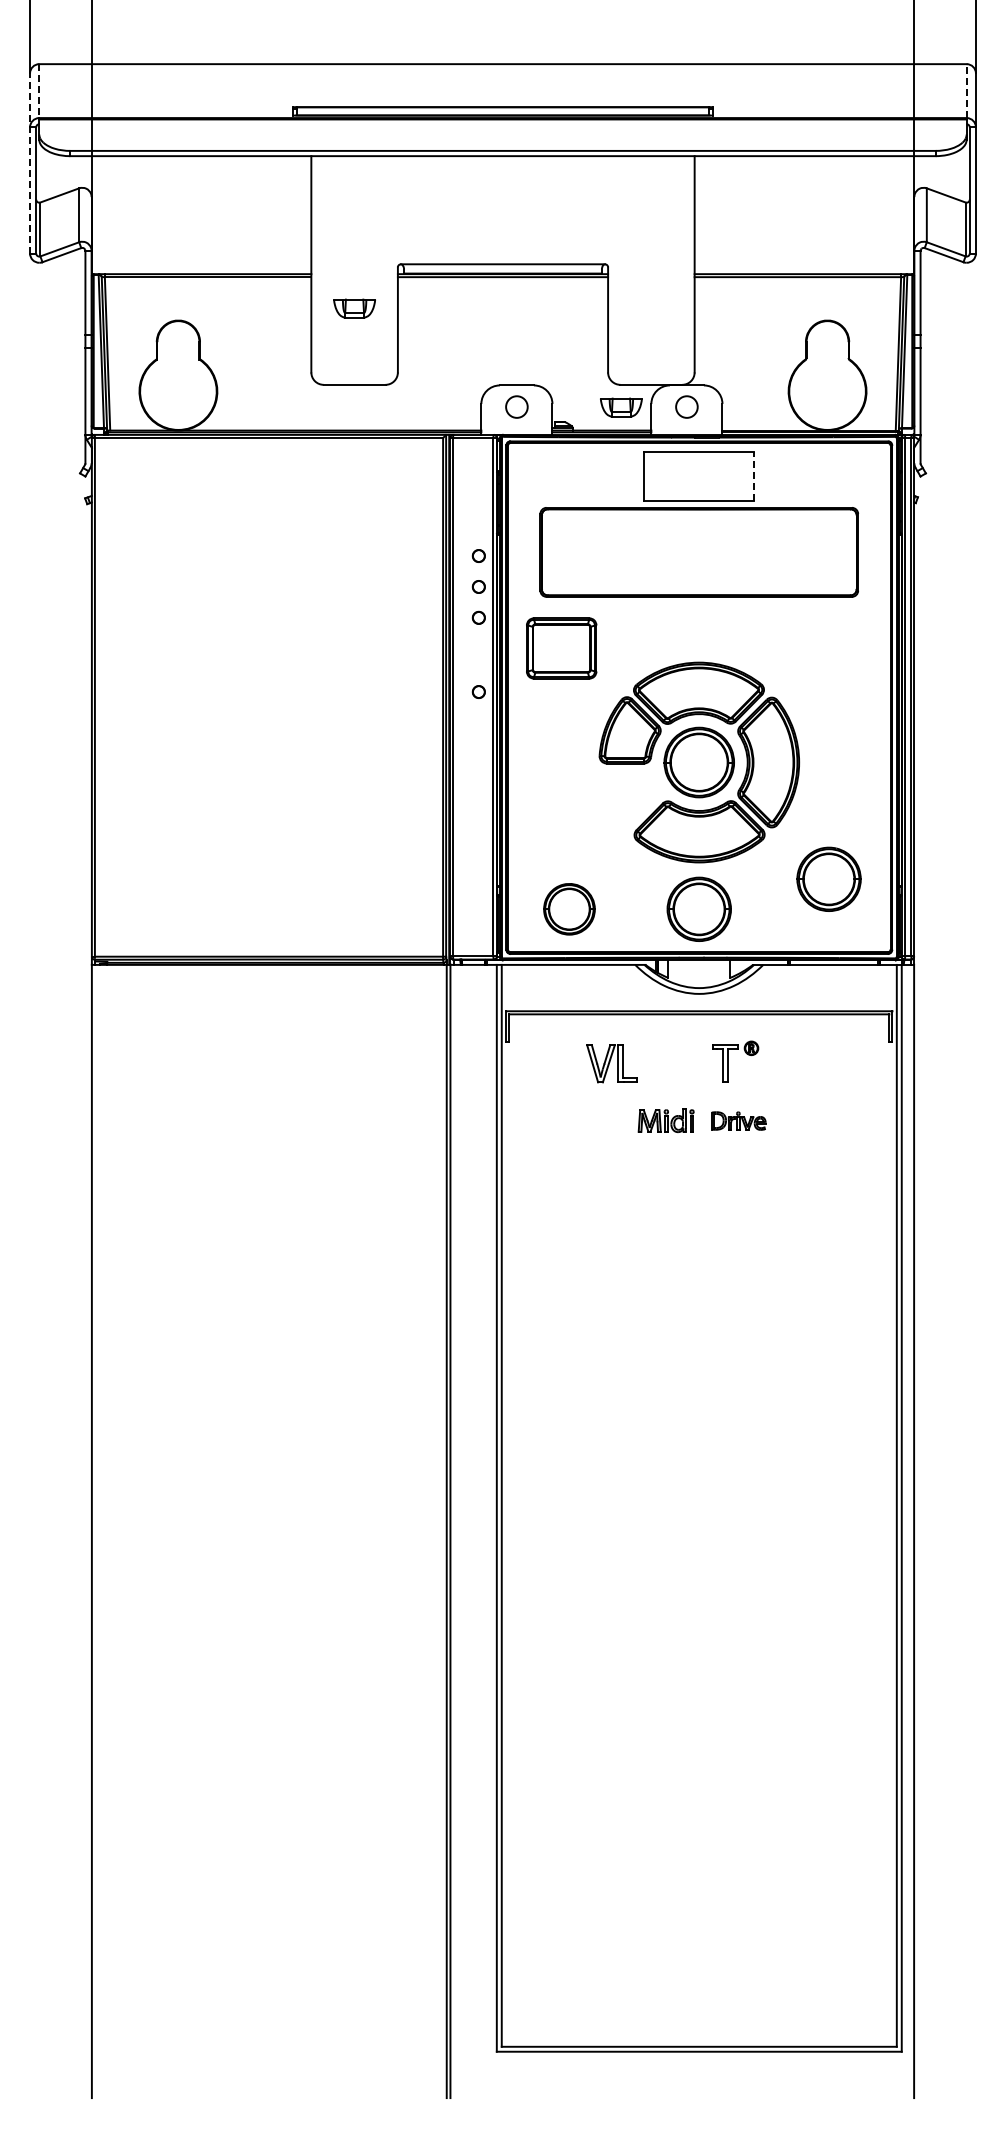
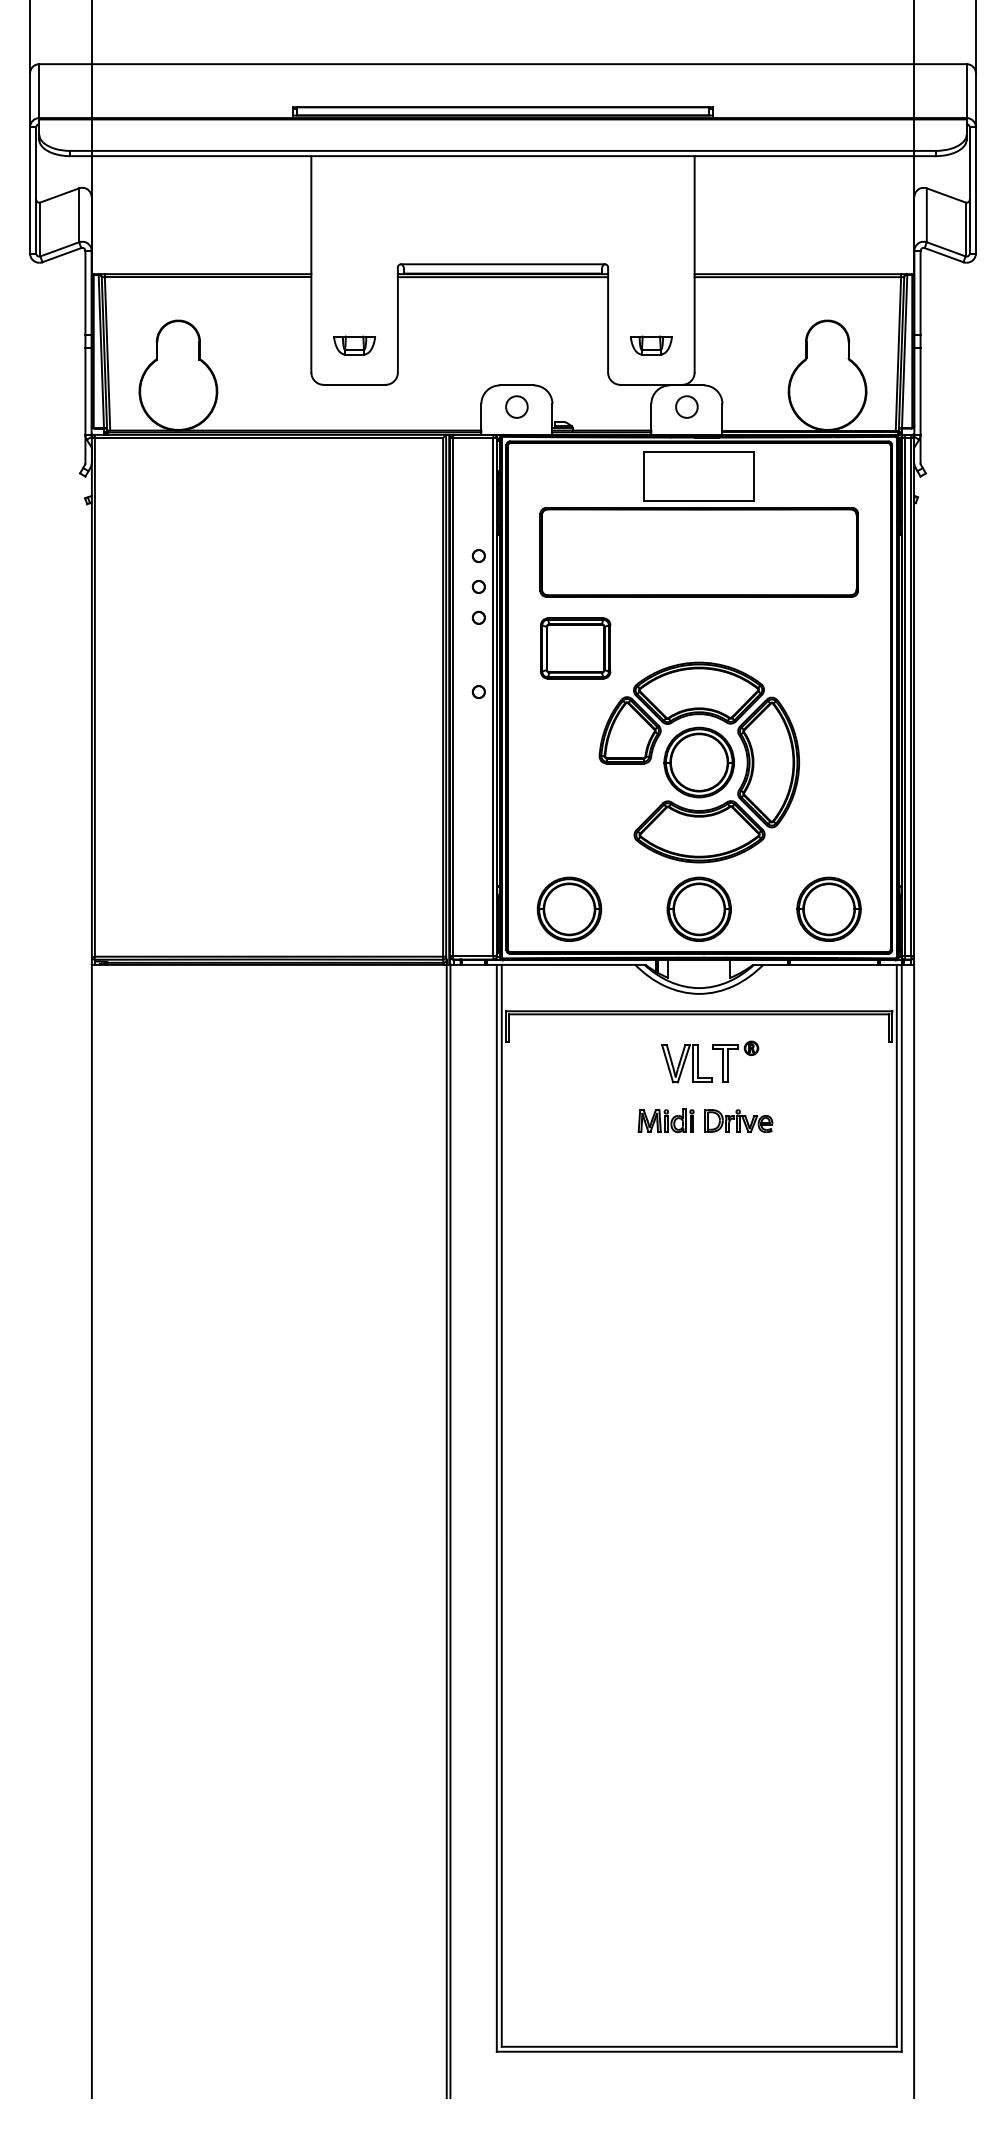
line at (39, 91): dashed -> solid
line at (966, 91): dashed -> solid
line at (30, 162): dashed -> solid
part at (354, 308) position: (354, 308) -> (354, 345)
part at (621, 407) position: (621, 407) -> (651, 345)
line at (754, 476): dashed -> solid
part at (561, 648) position: (561, 648) -> (575, 648)
part at (828, 878) position: (828, 878) -> (828, 908)
part at (569, 909) size: 53x53 px -> 67x66 px
part at (611, 1063) position: (611, 1063) -> (686, 1063)
part at (738, 1120) size: 56x20 px -> 70x24 px
